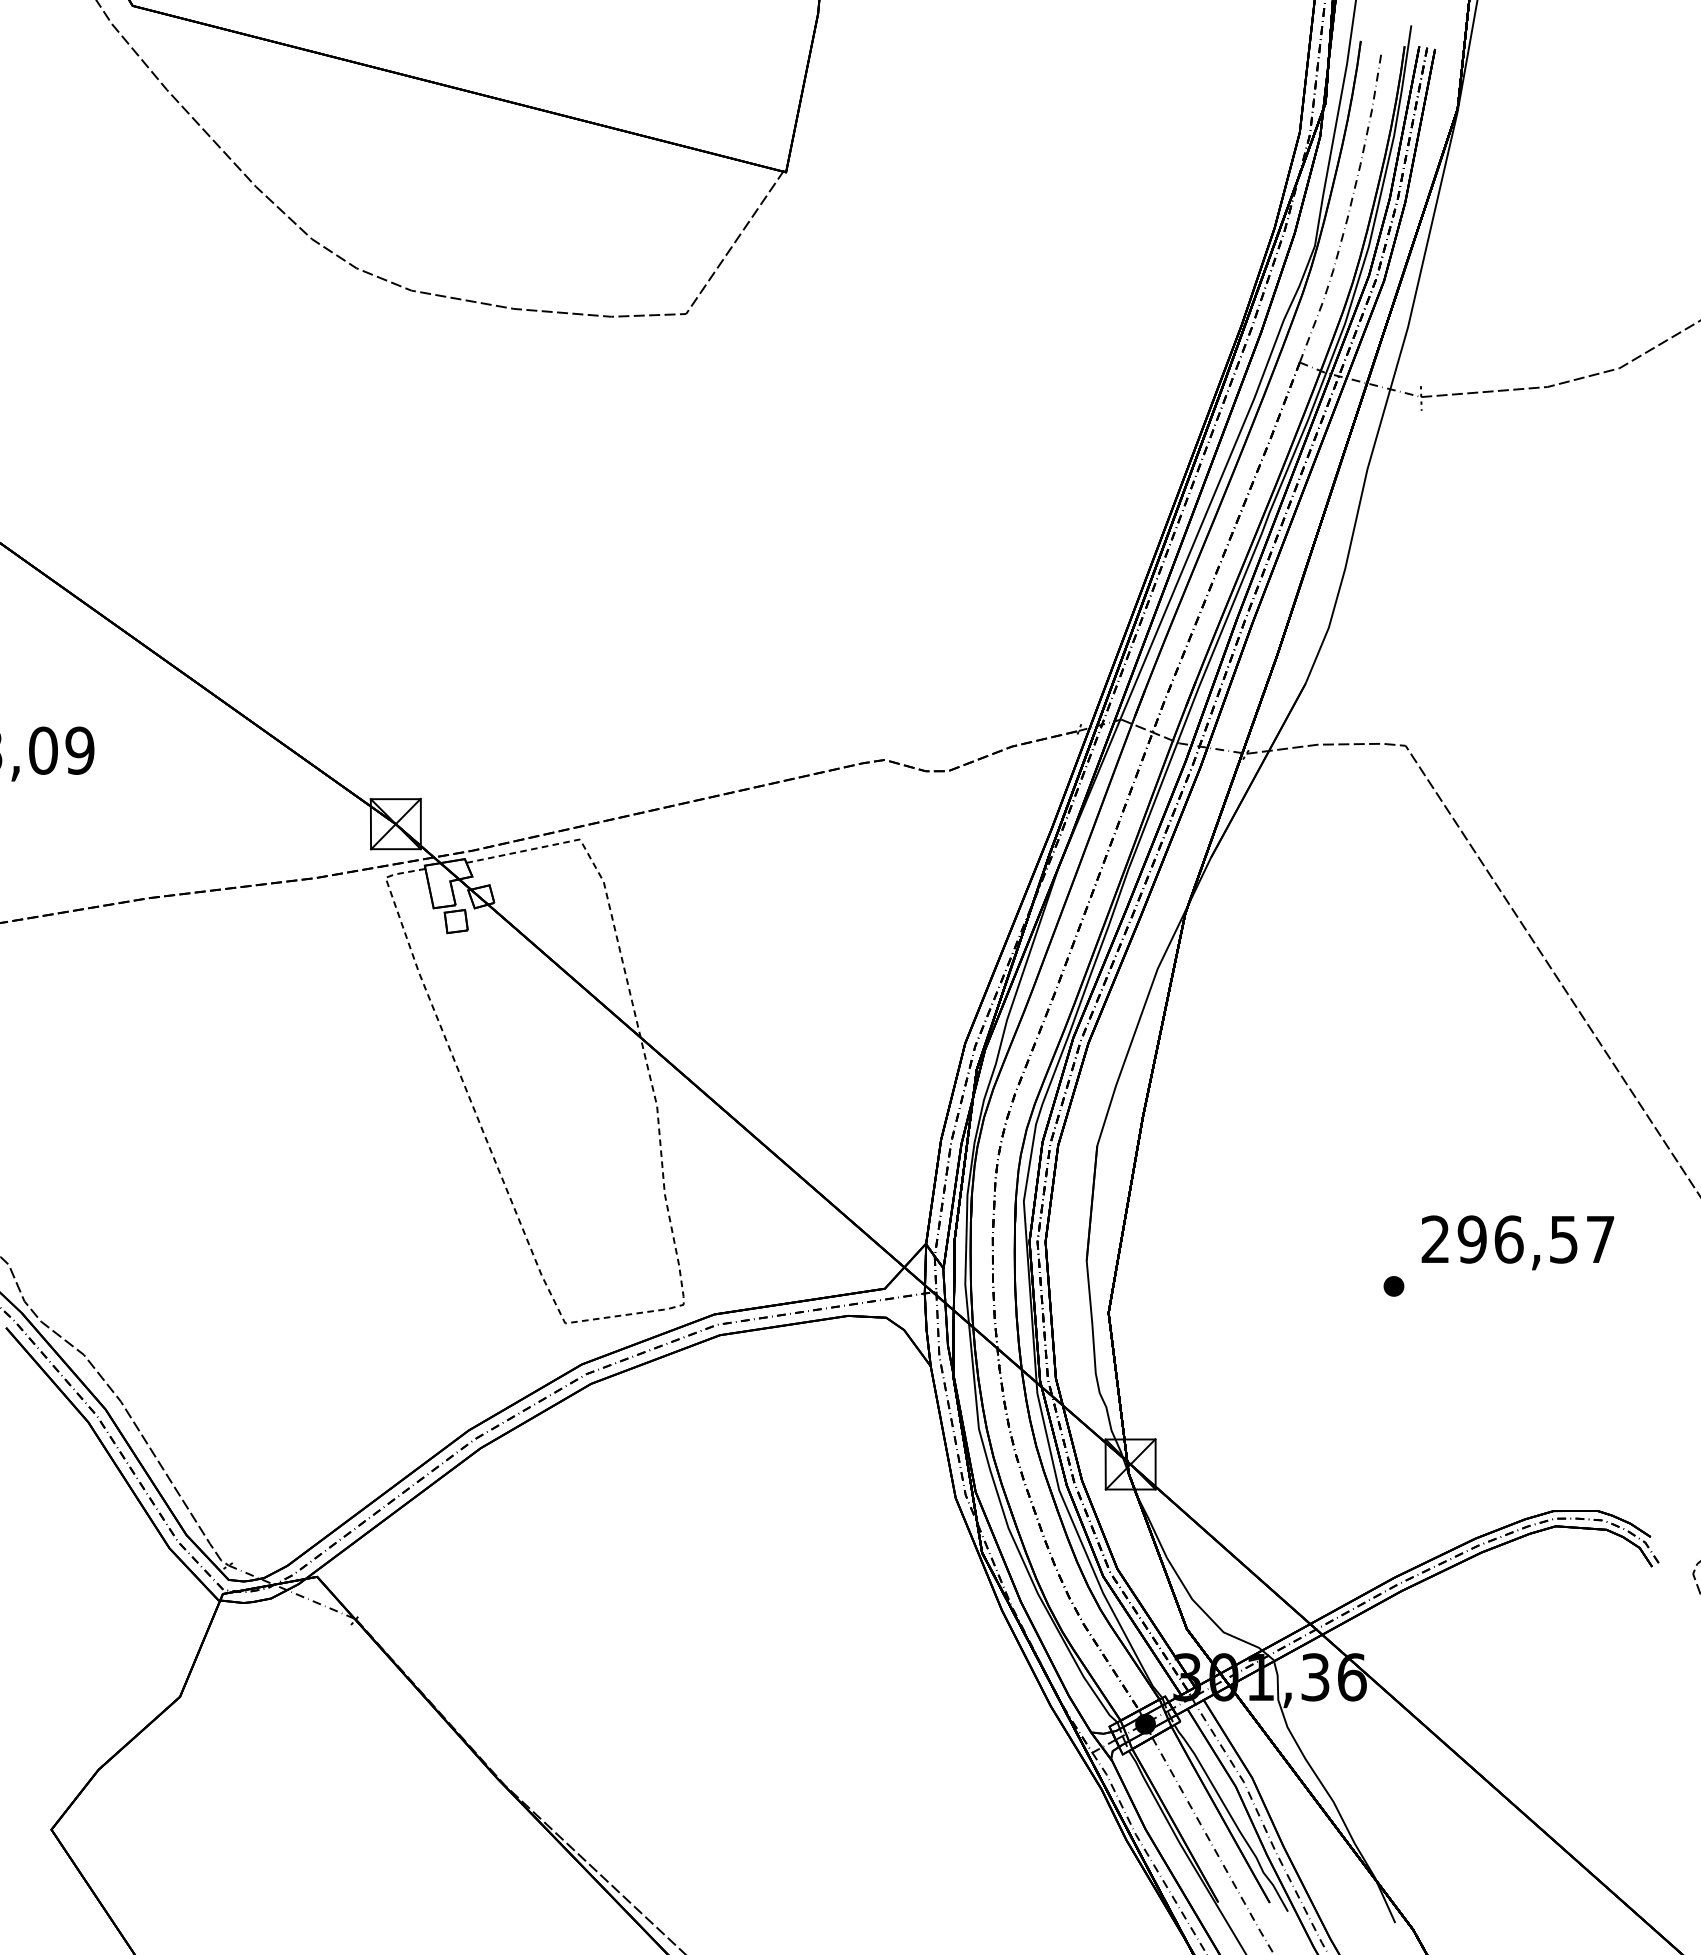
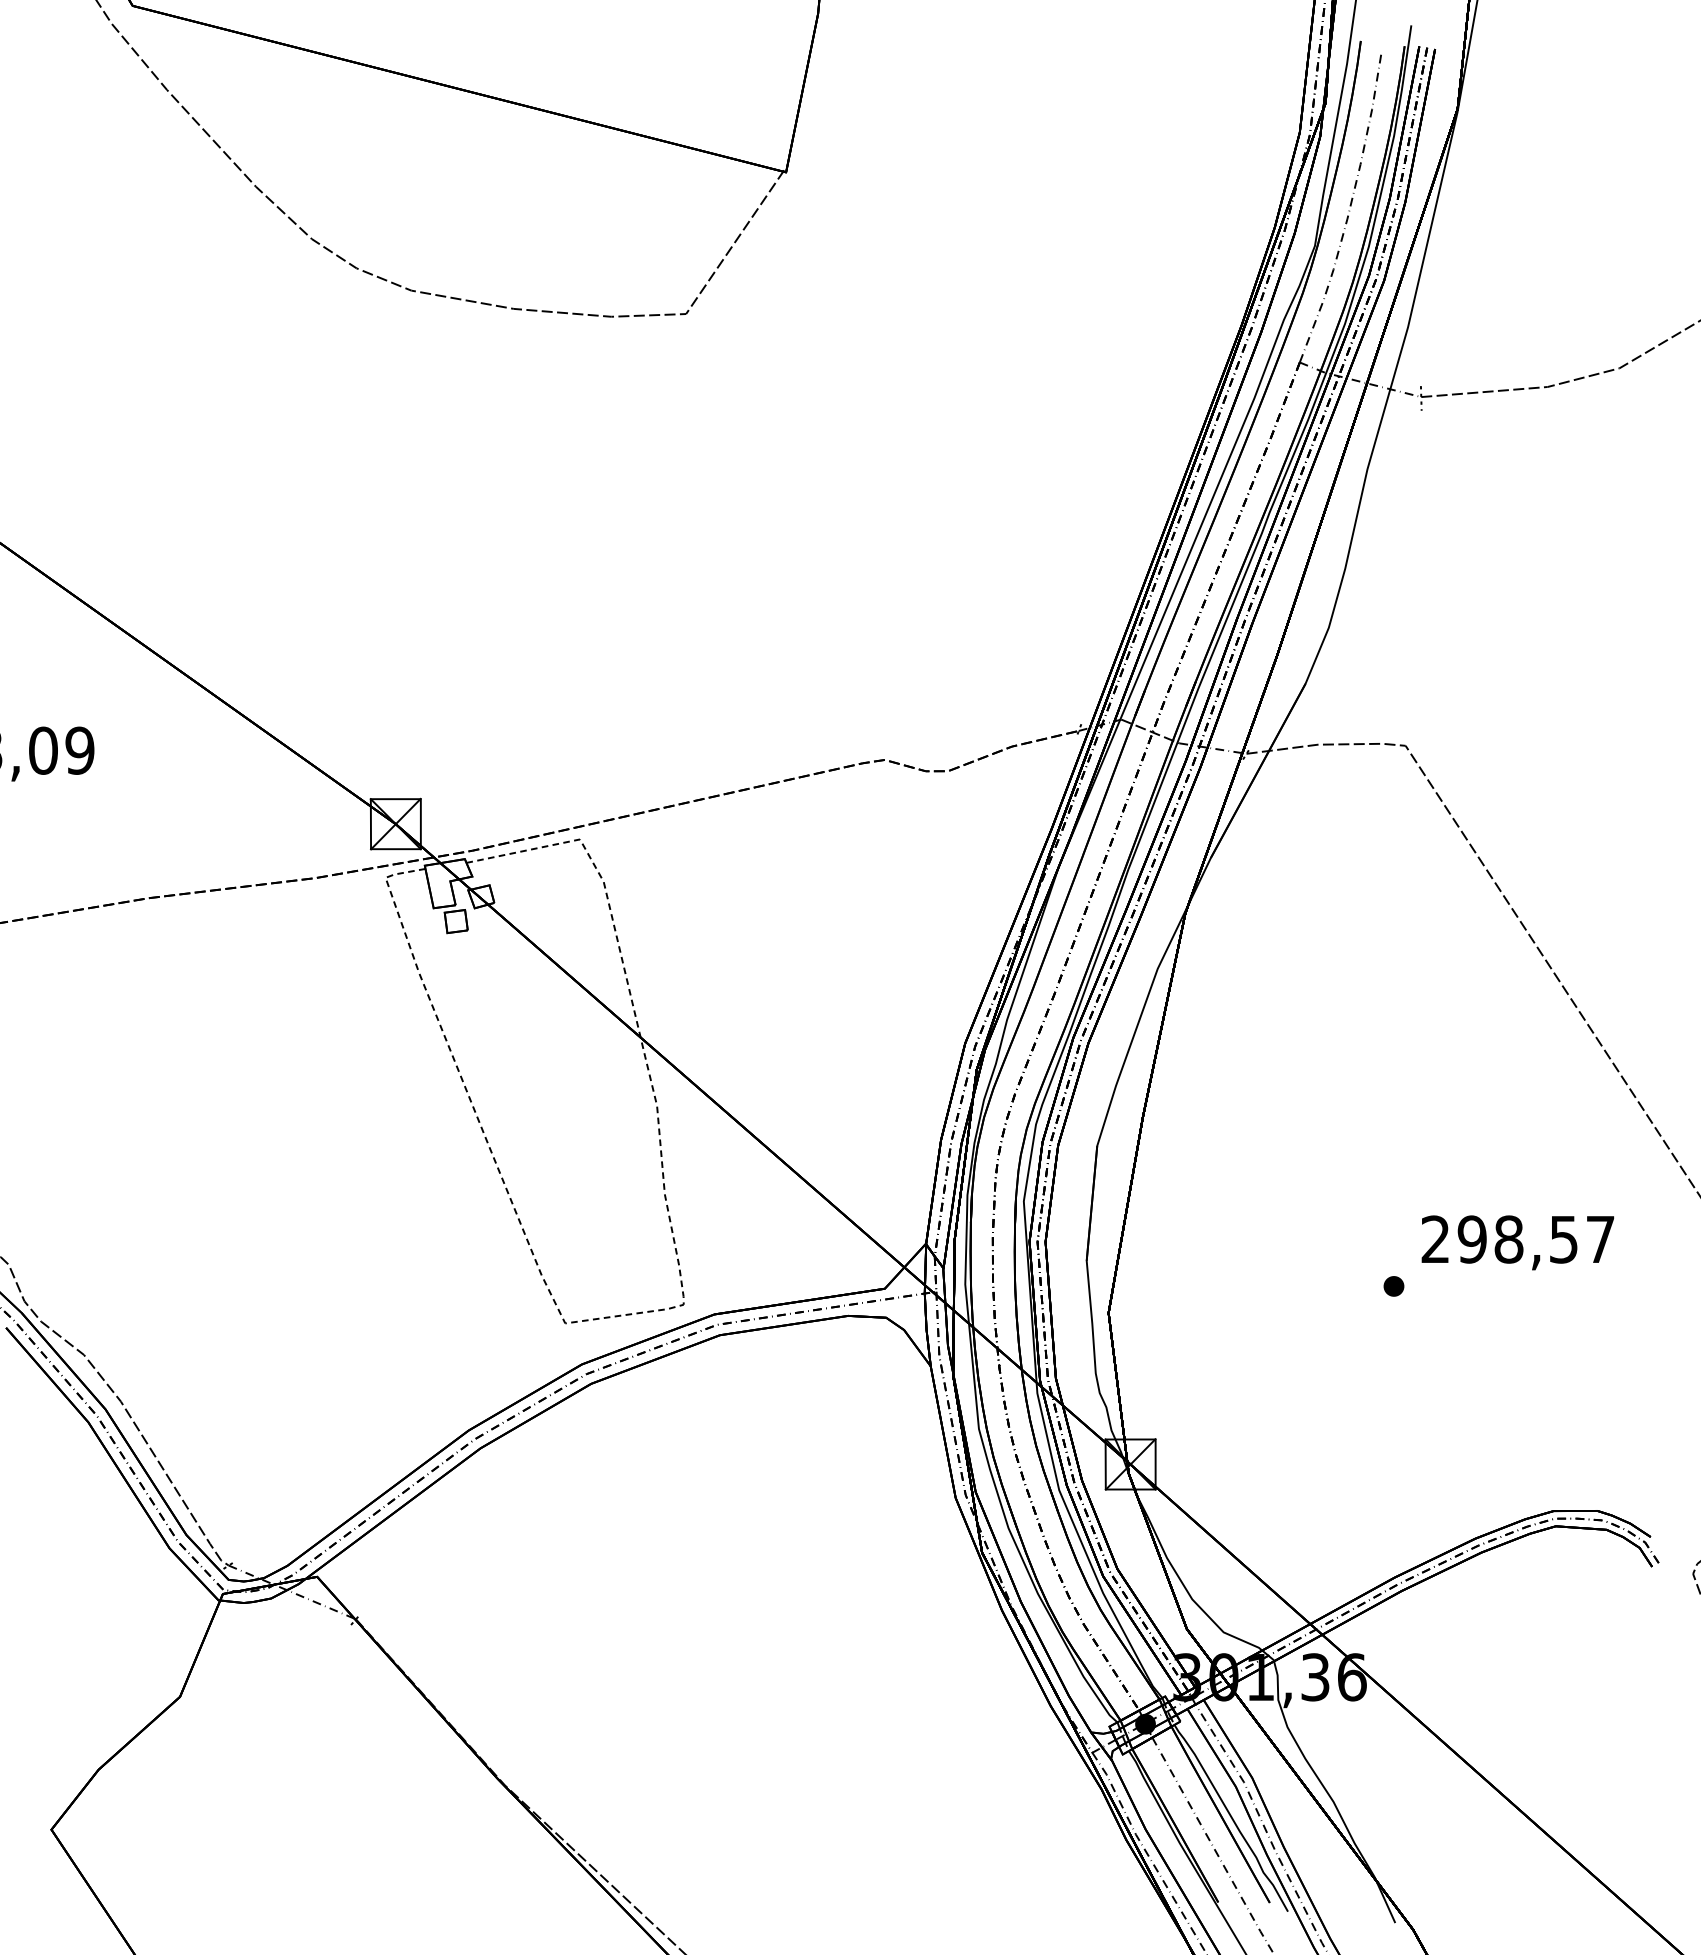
text at (1508, 1239): 296,57 -> 298,57
